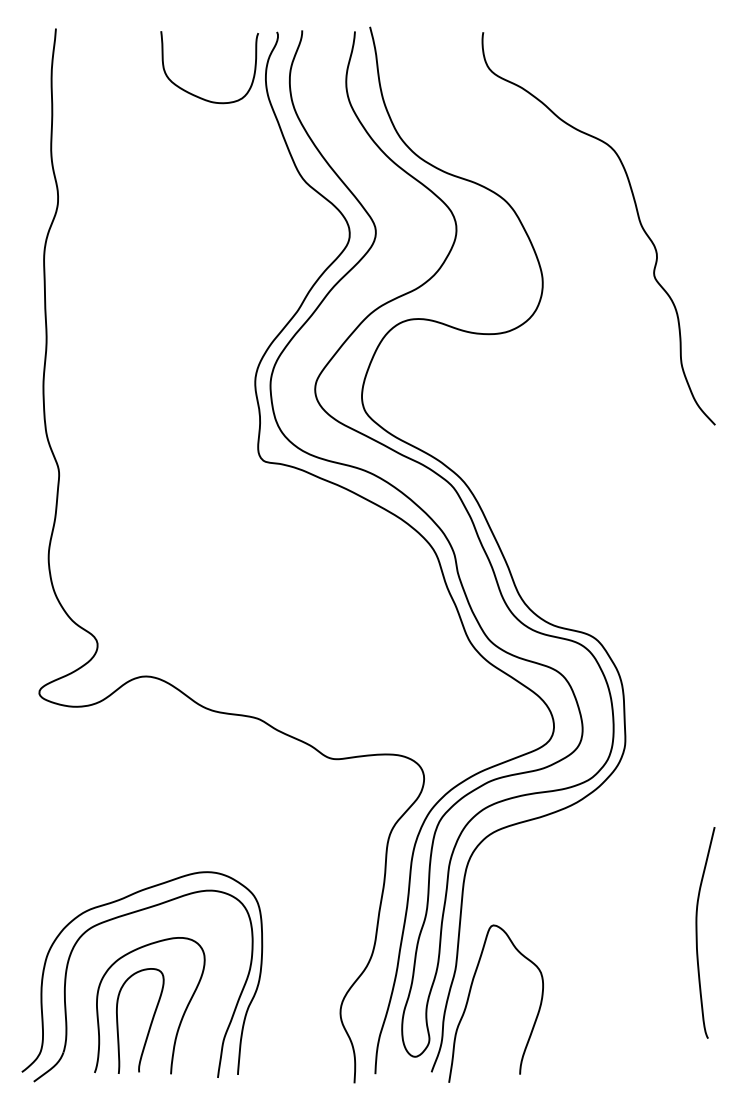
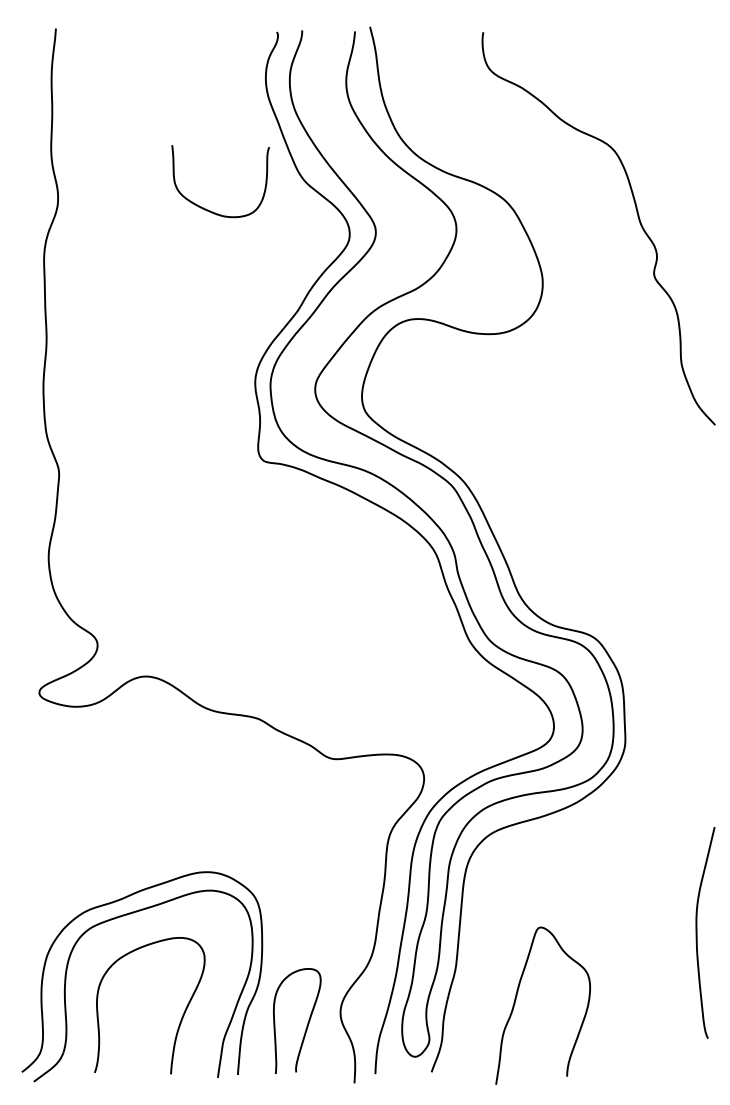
curve at (197, 95) position: (197, 95) -> (208, 209)
curve at (469, 998) position: (469, 998) -> (516, 1000)
curve at (150, 1022) position: (150, 1022) -> (307, 1022)
